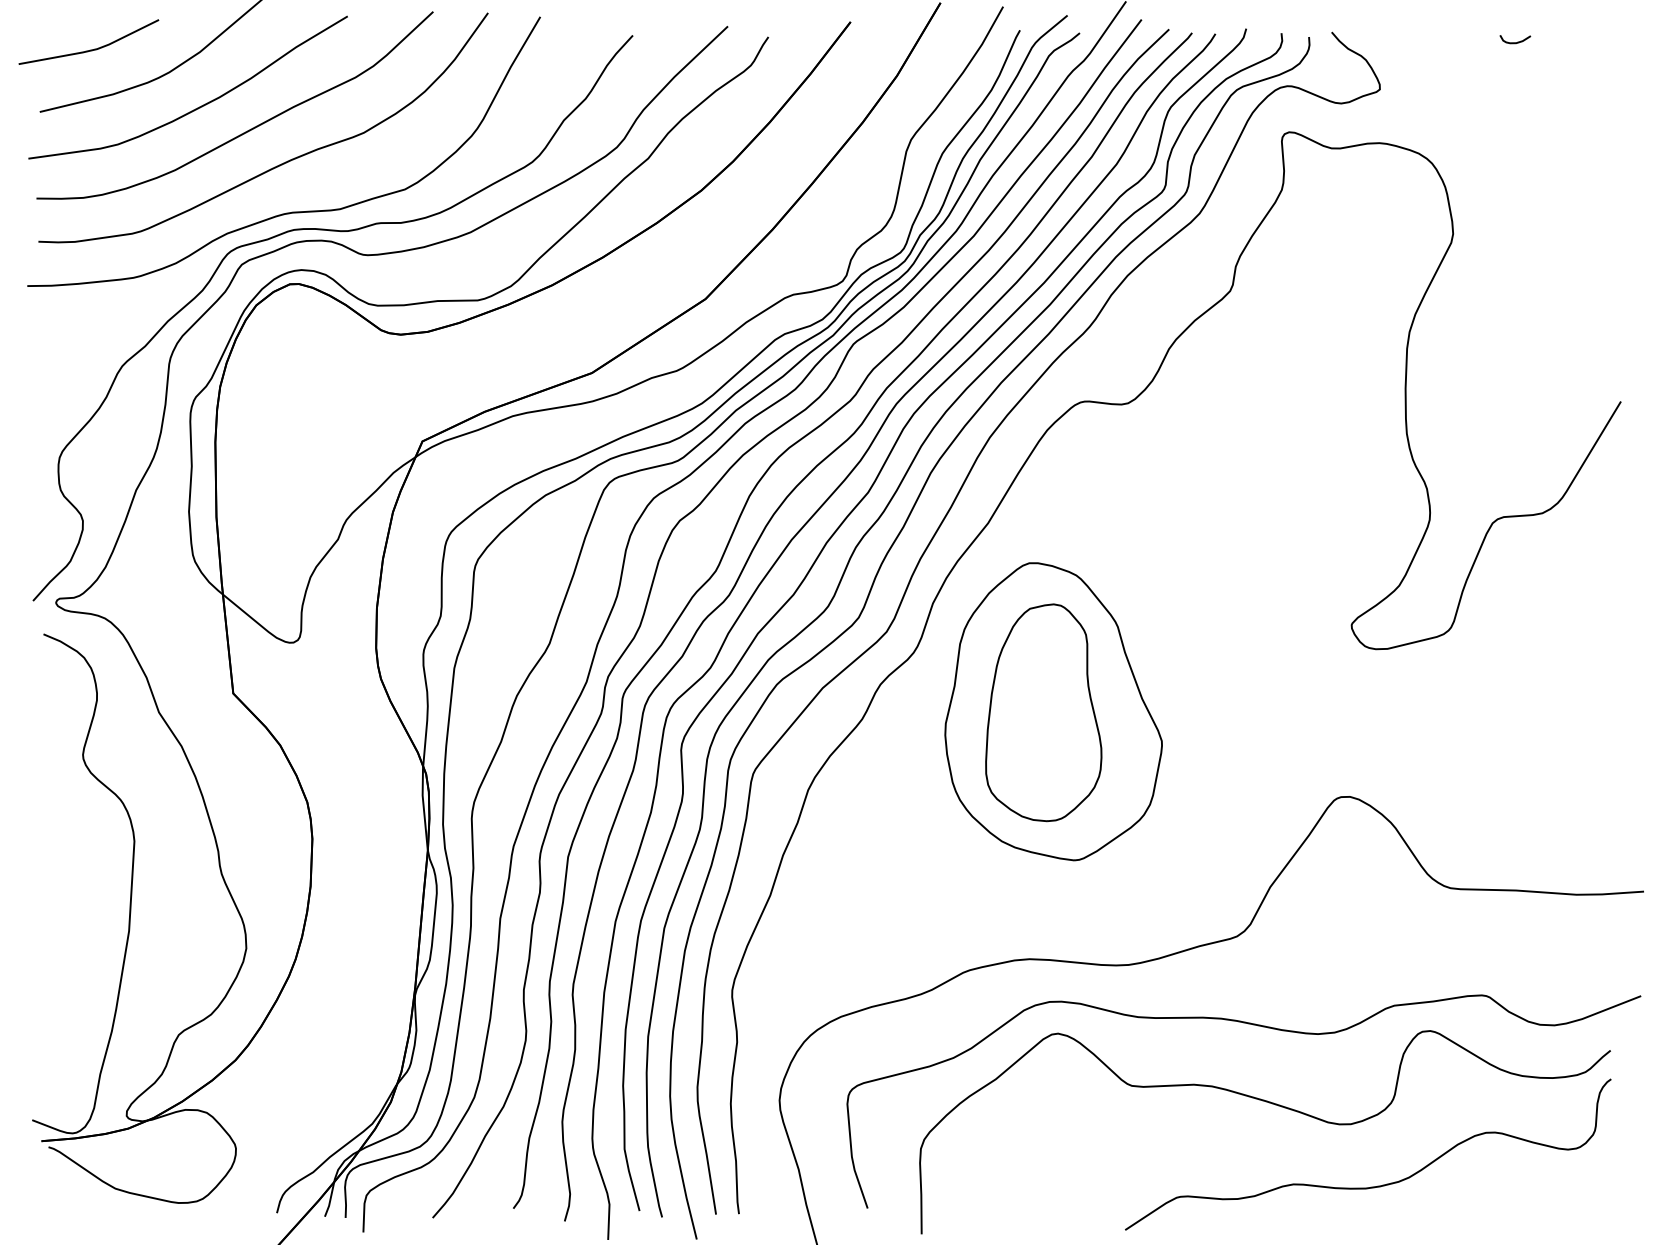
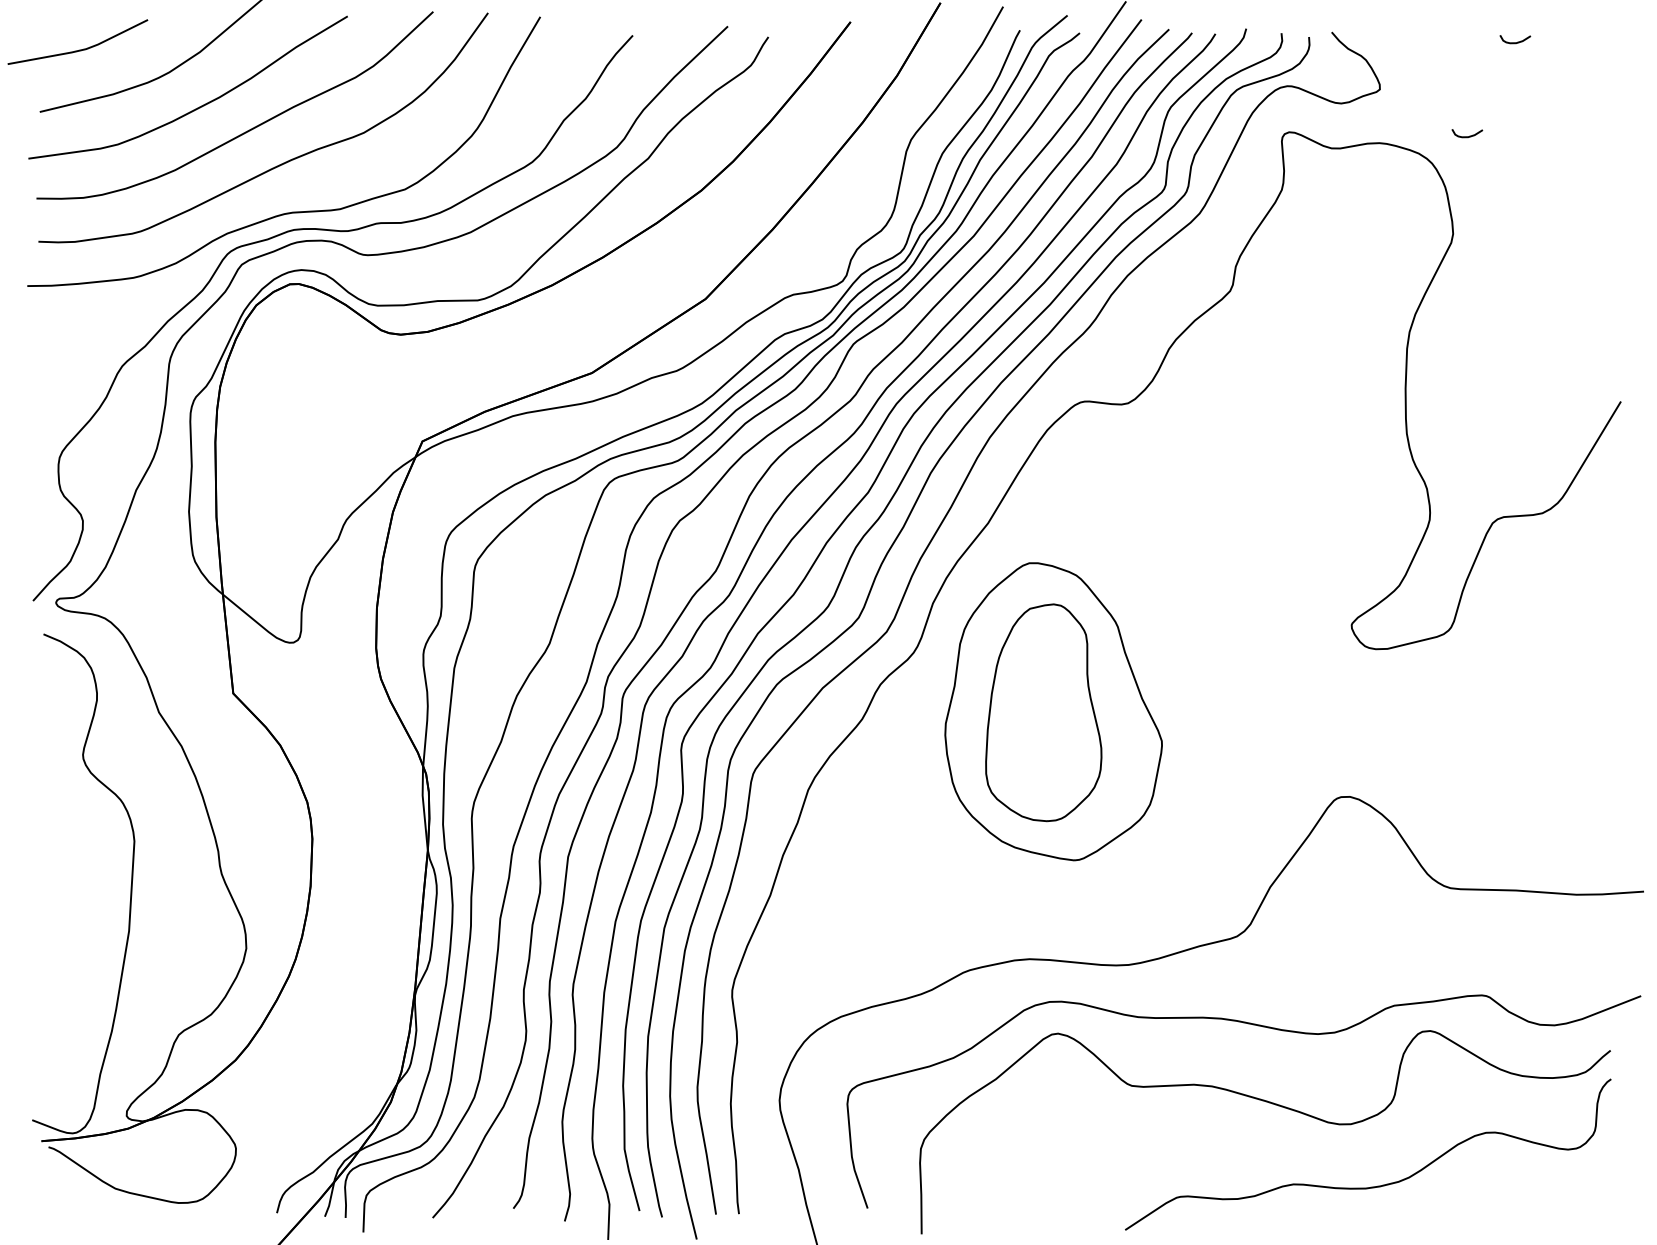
line at (90, 49) position: (90, 49) -> (79, 49)
curve at (1469, 135): none -> present
